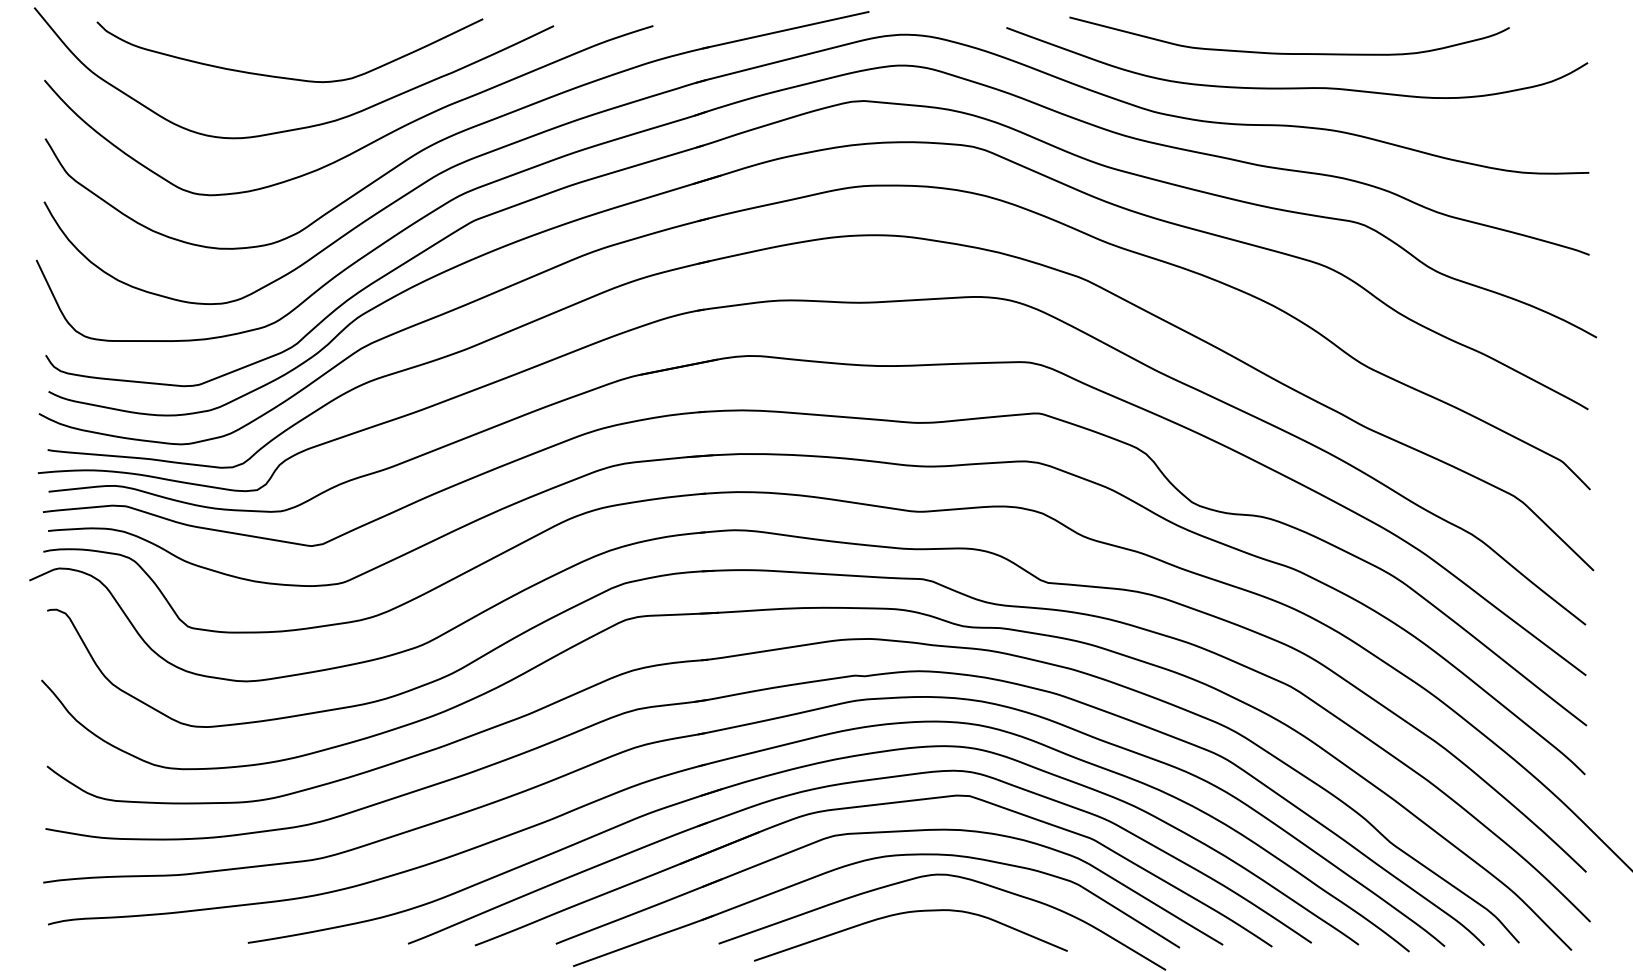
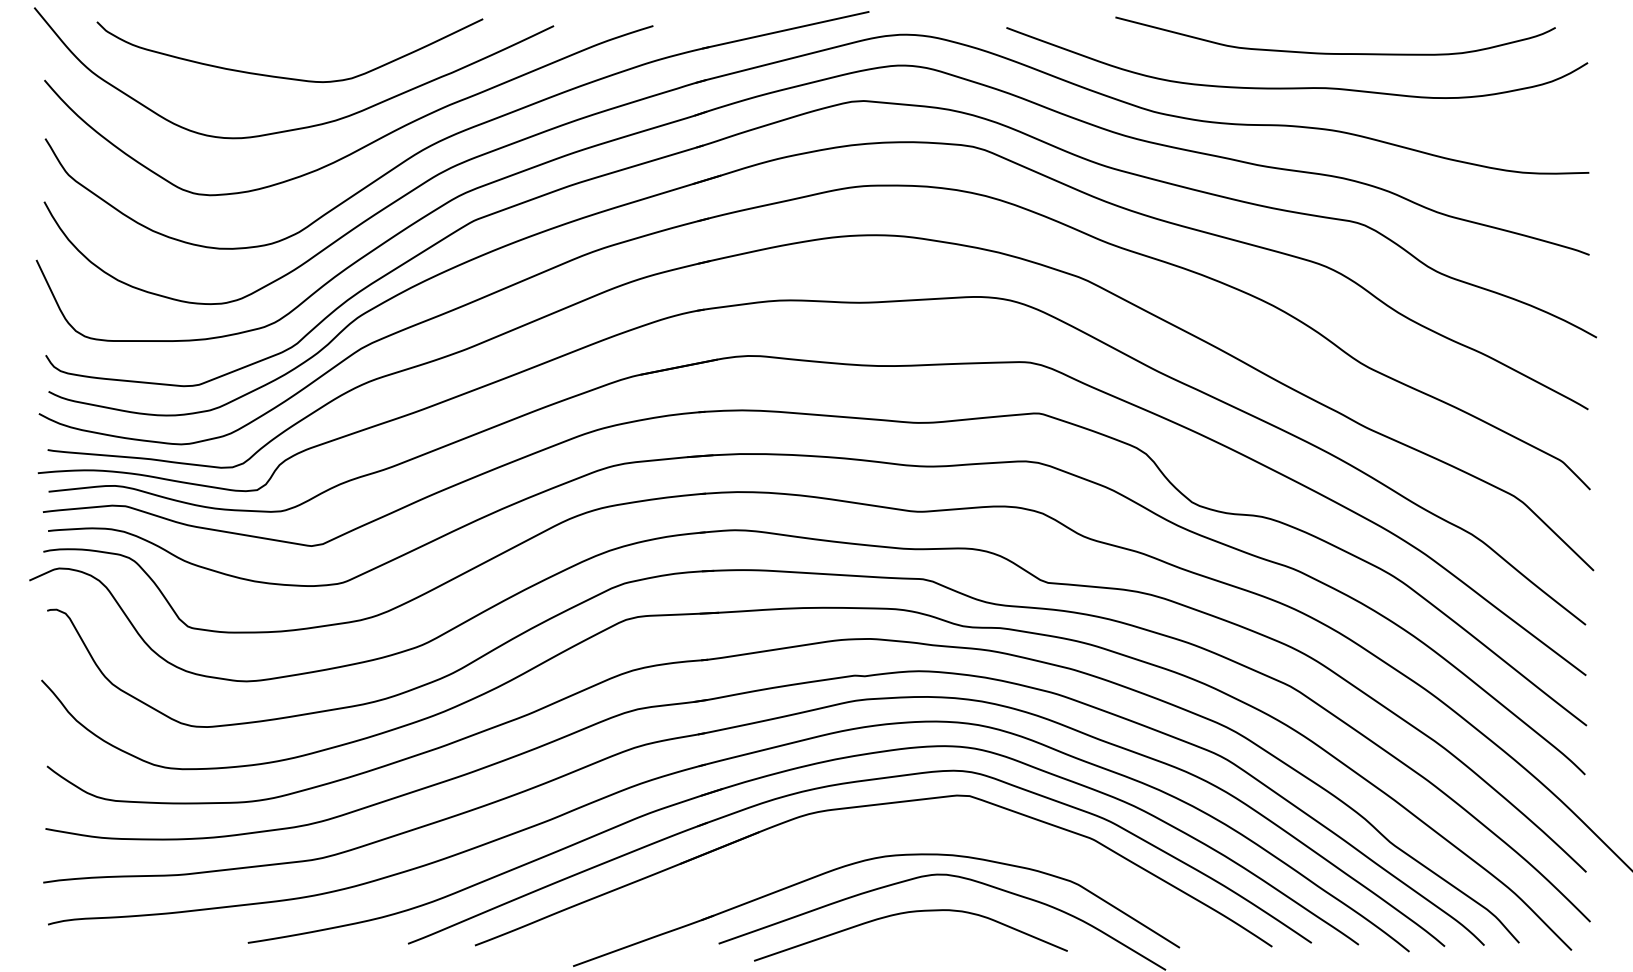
curve at (1289, 53) position: (1289, 53) -> (1335, 53)
part at (882, 833): present -> none
